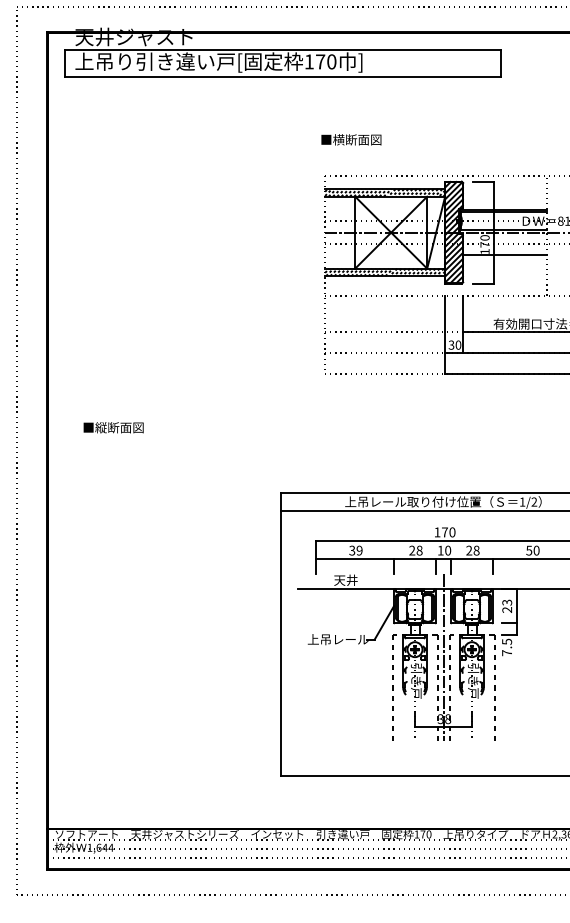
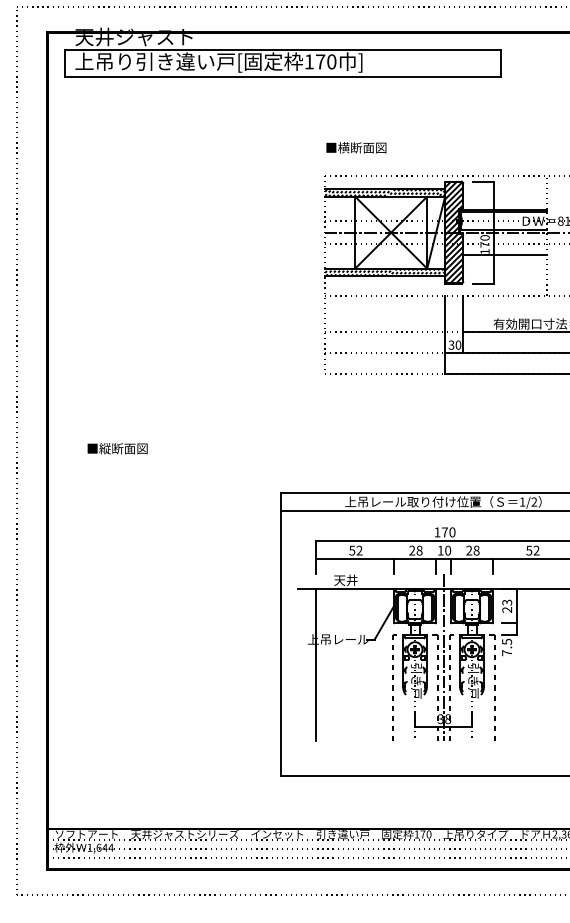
text at (351, 139) position: (351, 139) -> (356, 147)
text at (113, 427) position: (113, 427) -> (117, 448)
text at (355, 550): 39 -> 52
text at (536, 550): 50 -> 52
line at (316, 664): none -> present
